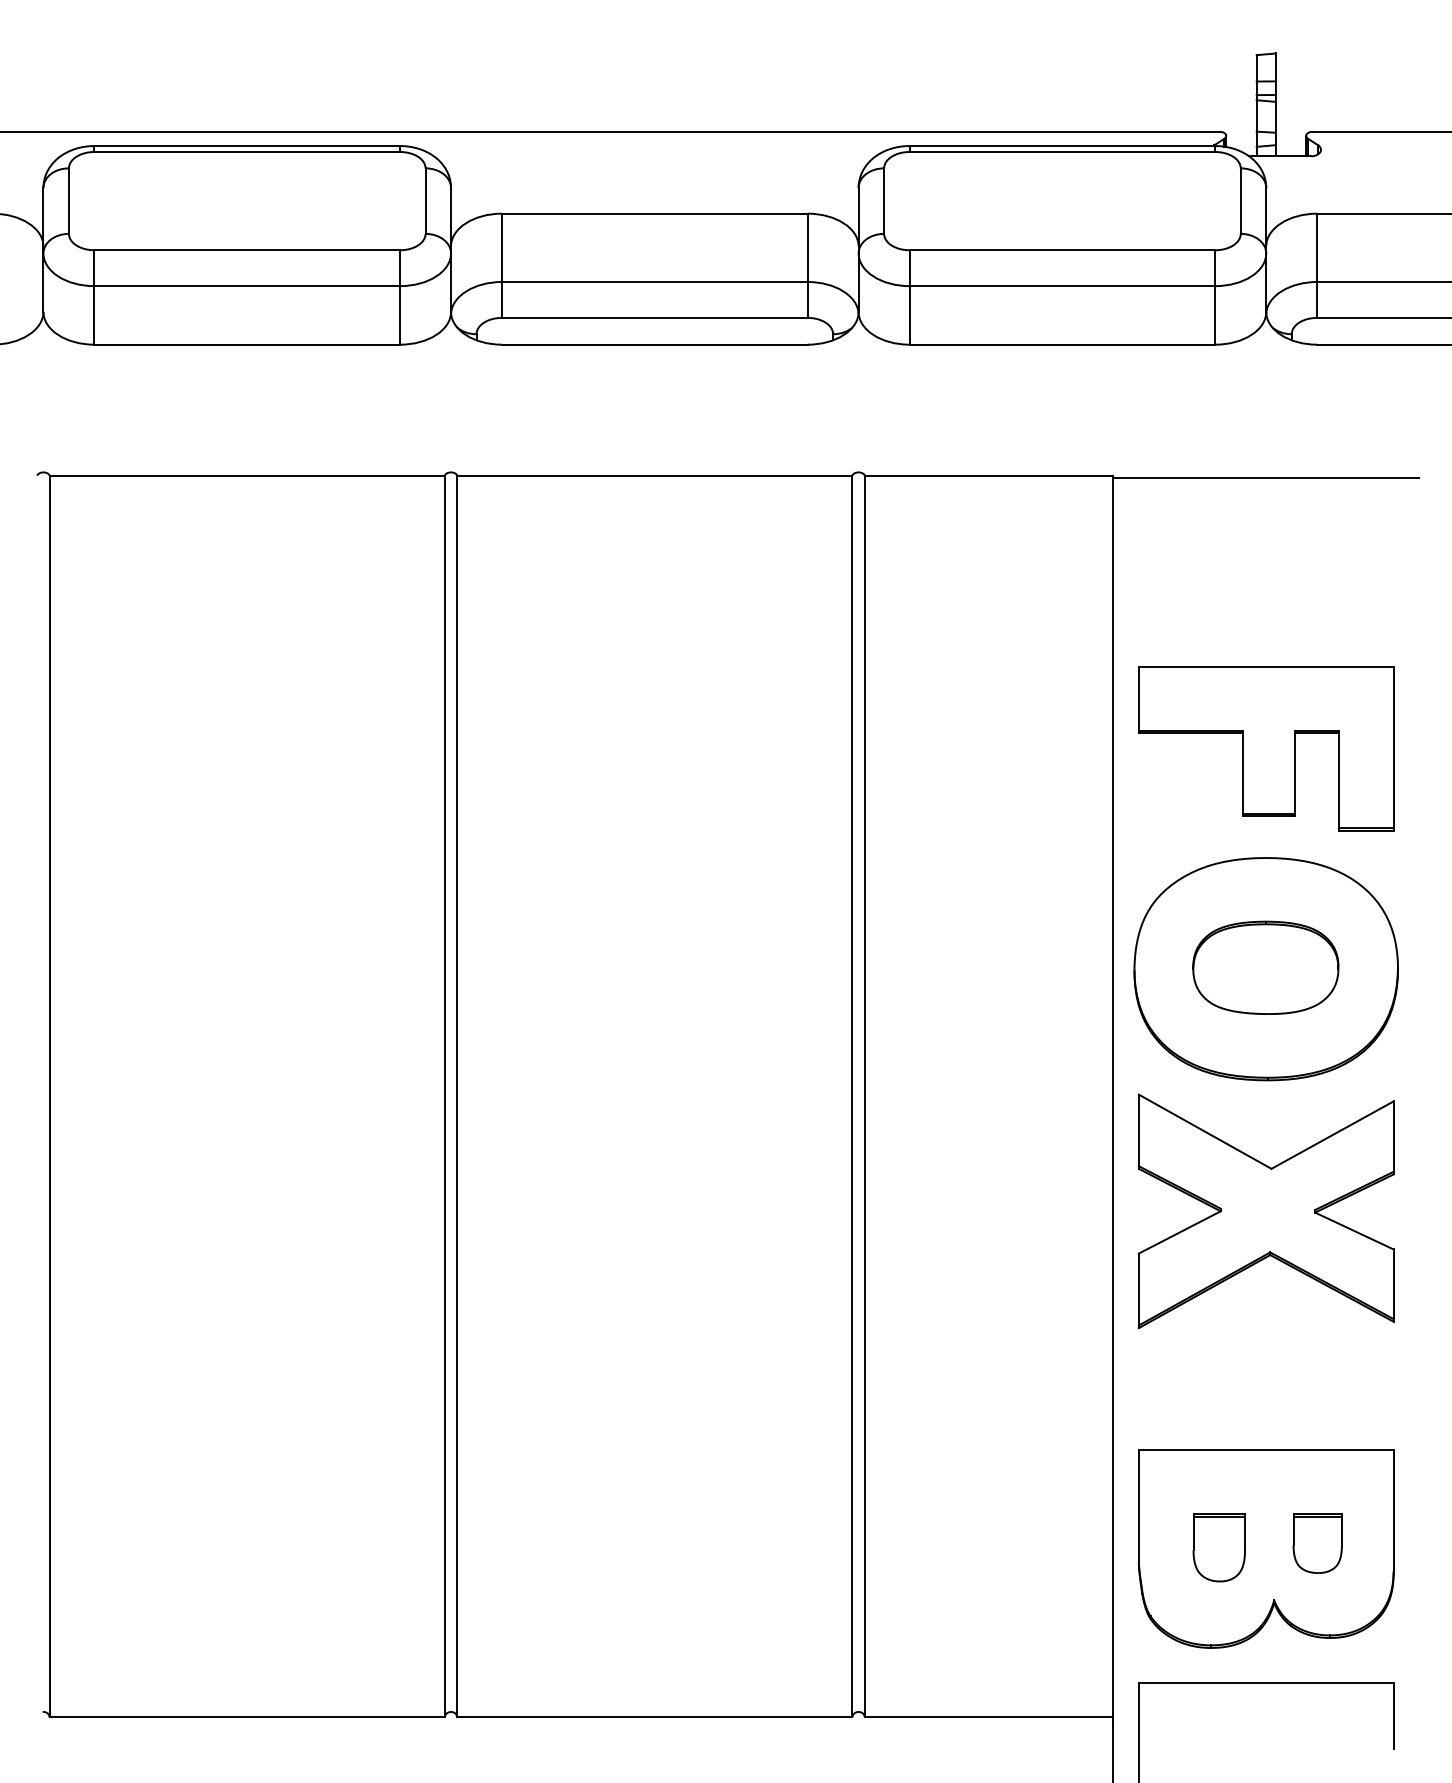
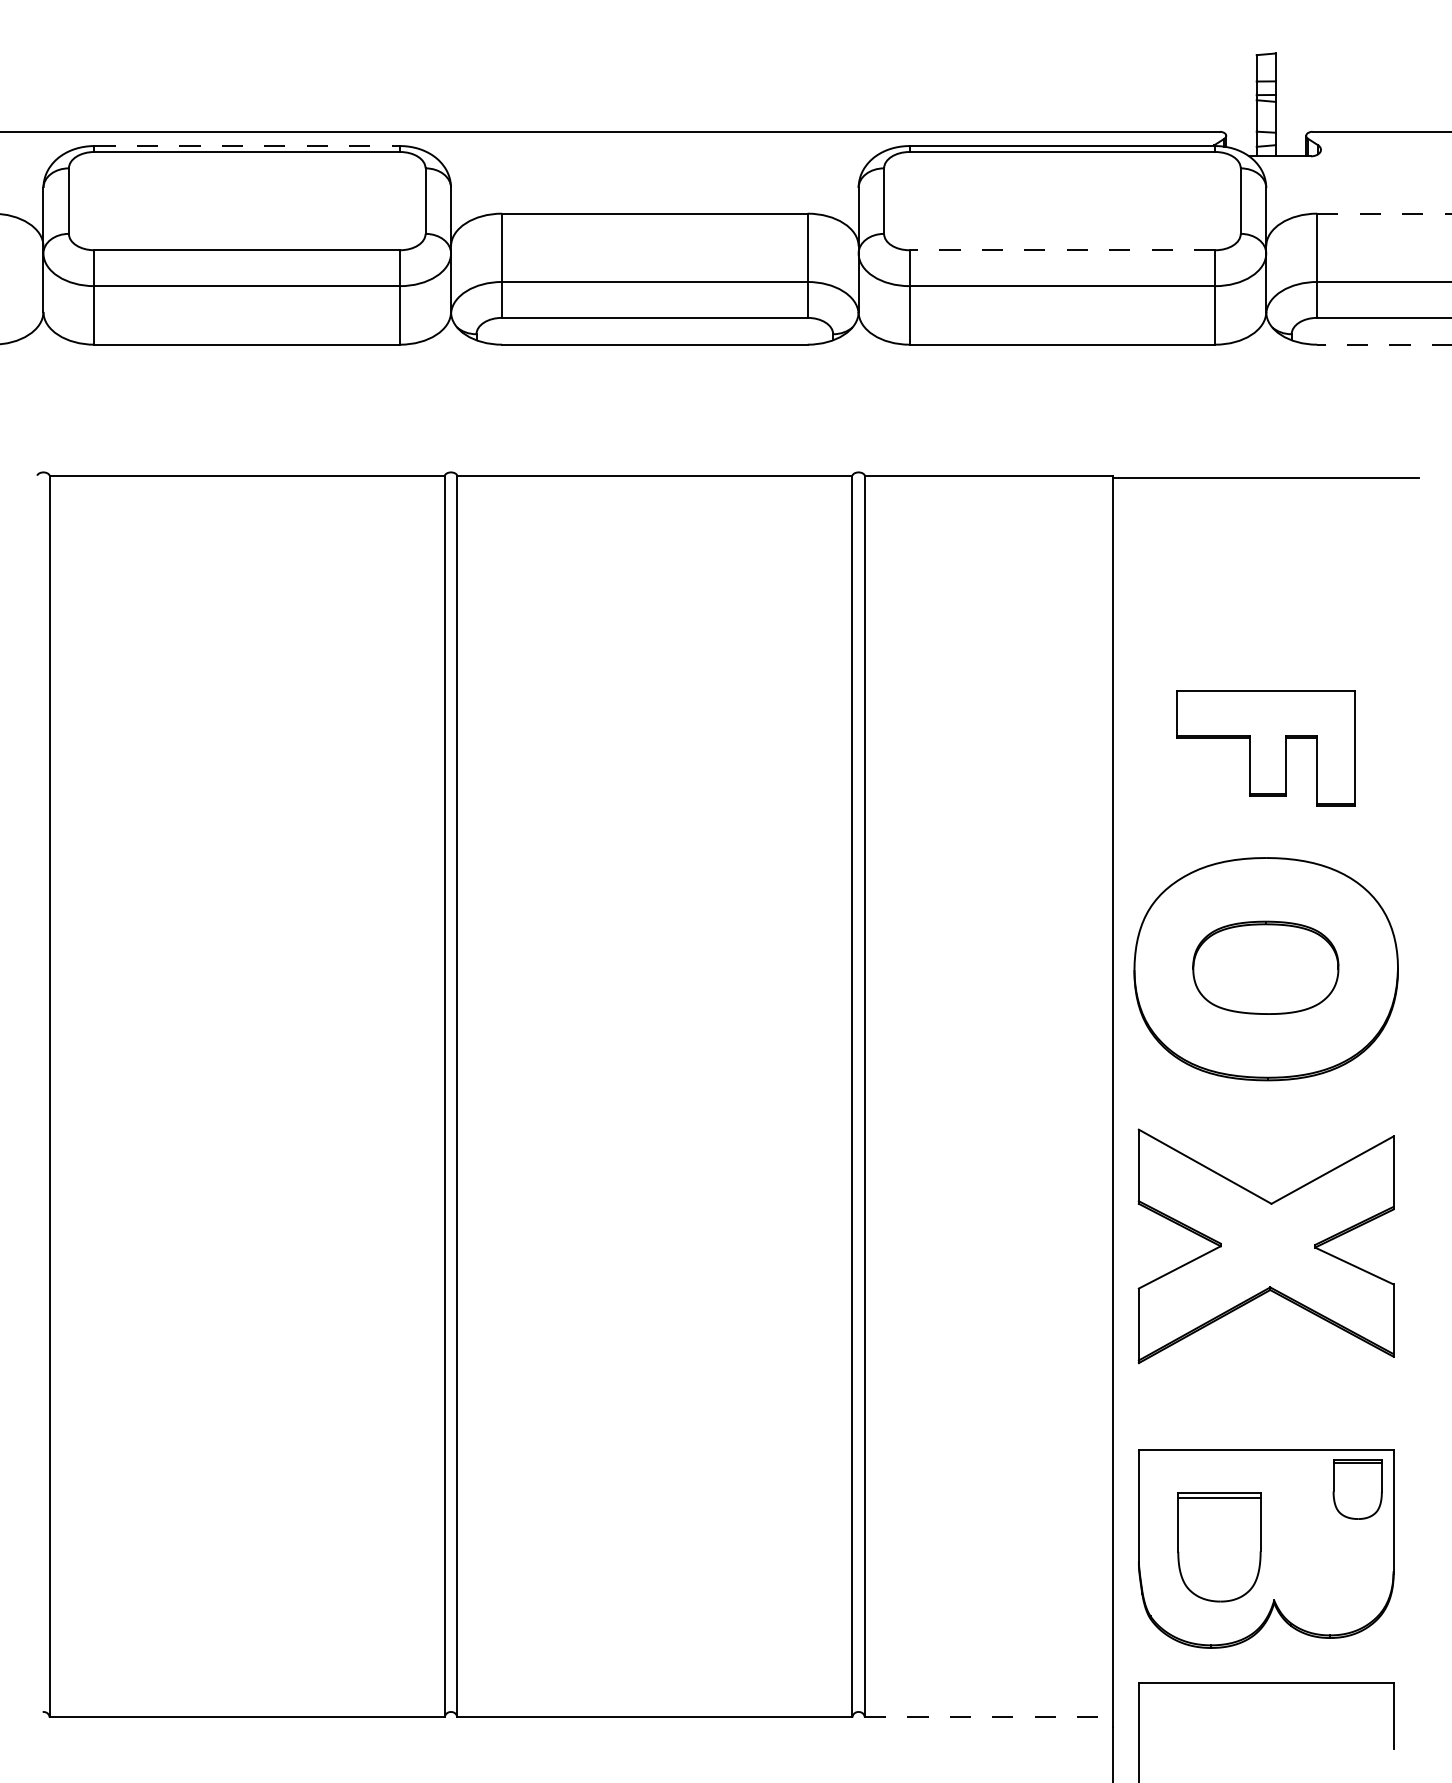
line at (247, 146): solid -> dashed
line at (1384, 213): solid -> dashed
line at (1062, 250): solid -> dashed
line at (1384, 344): solid -> dashed
part at (1266, 748) size: 257x166 px -> 180x117 px
part at (1265, 1211) position: (1265, 1211) -> (1265, 1246)
part at (1317, 1543) position: (1317, 1543) -> (1357, 1489)
part at (1218, 1547) size: 54x70 px -> 85x111 px
line at (989, 1717): solid -> dashed
